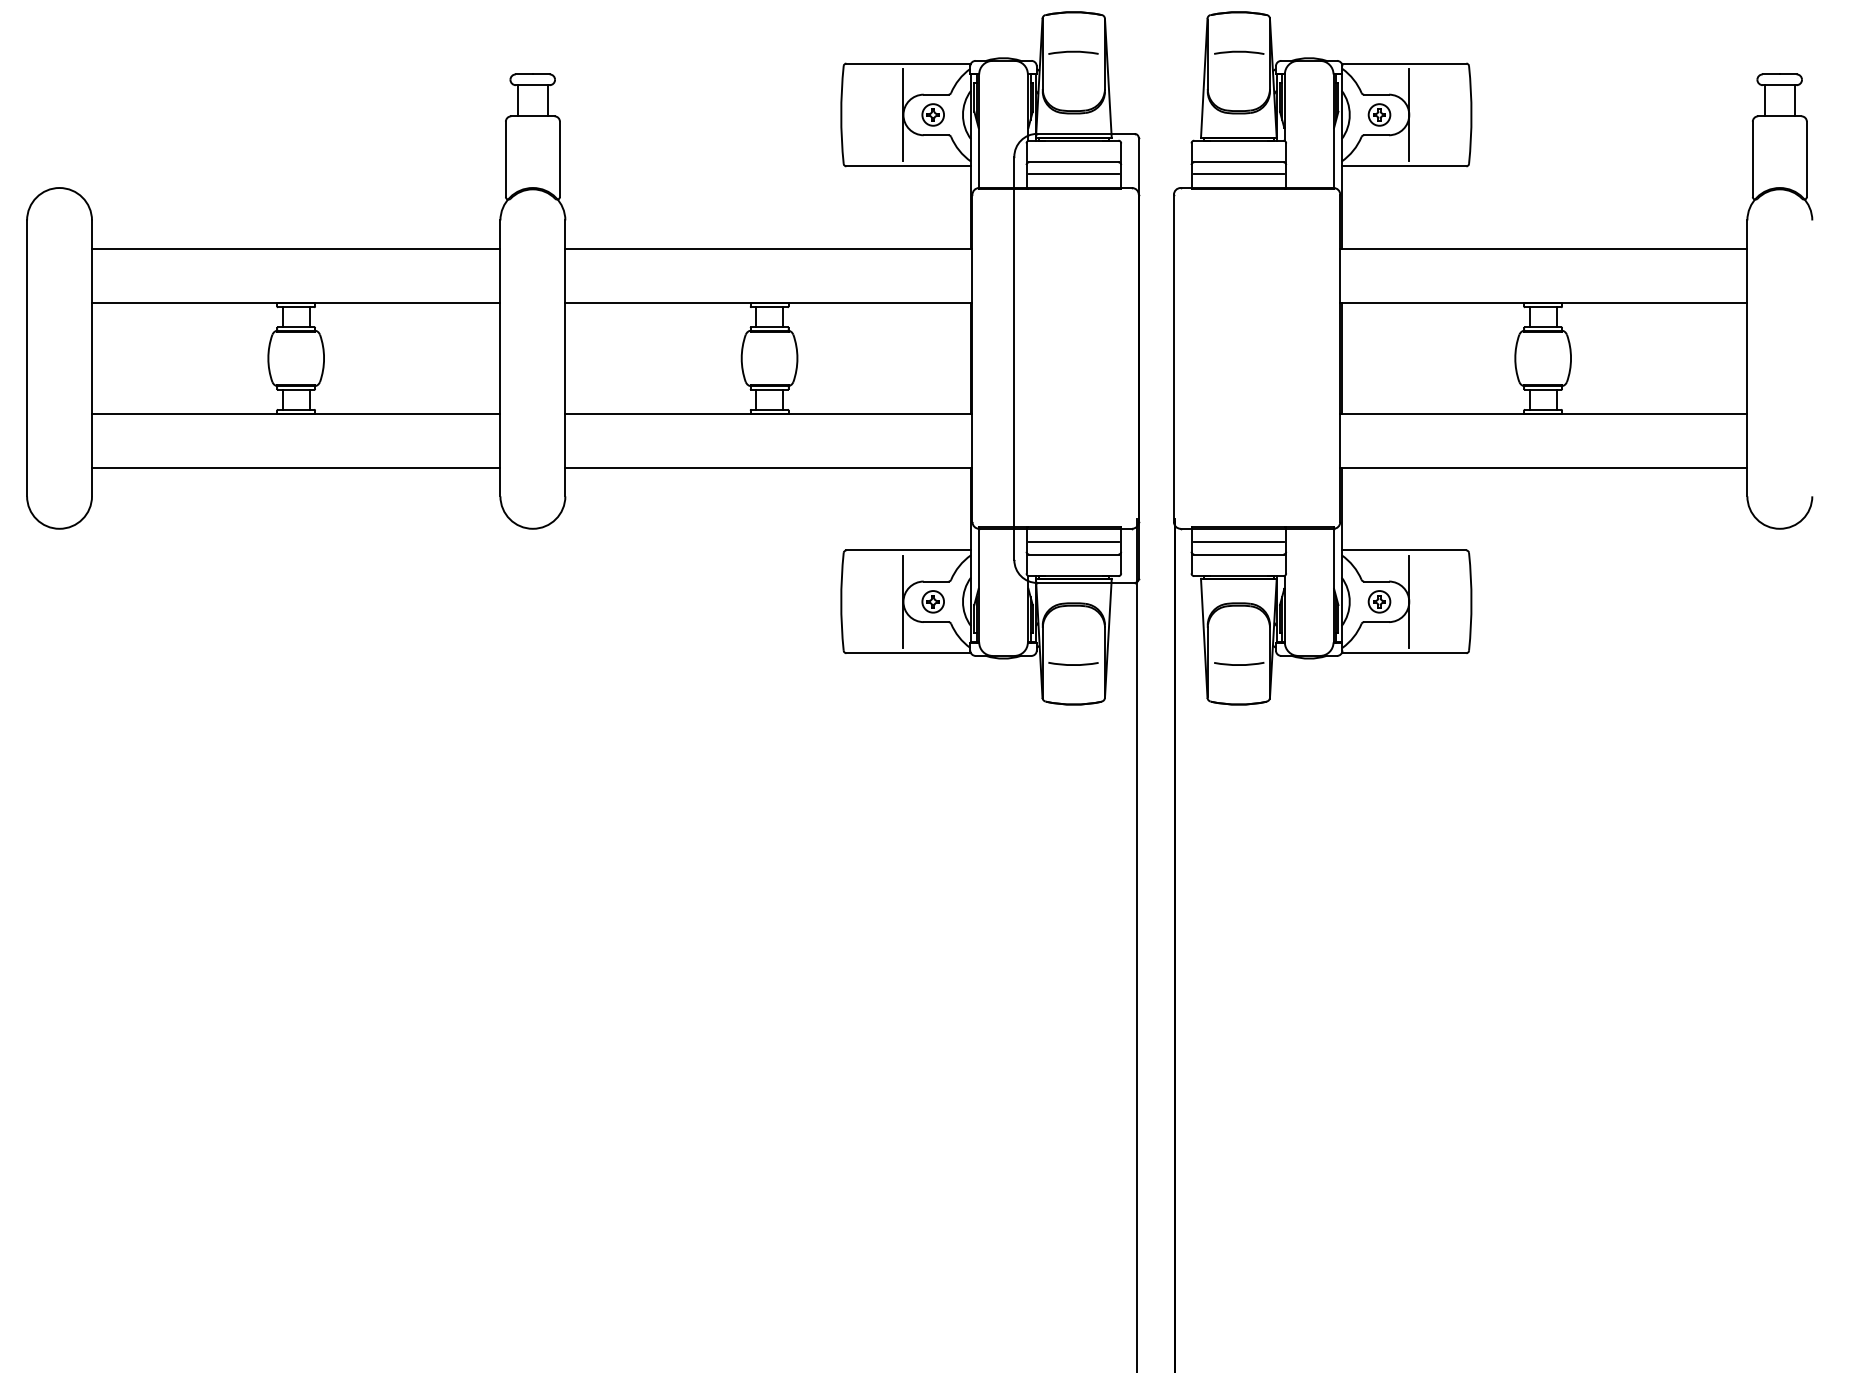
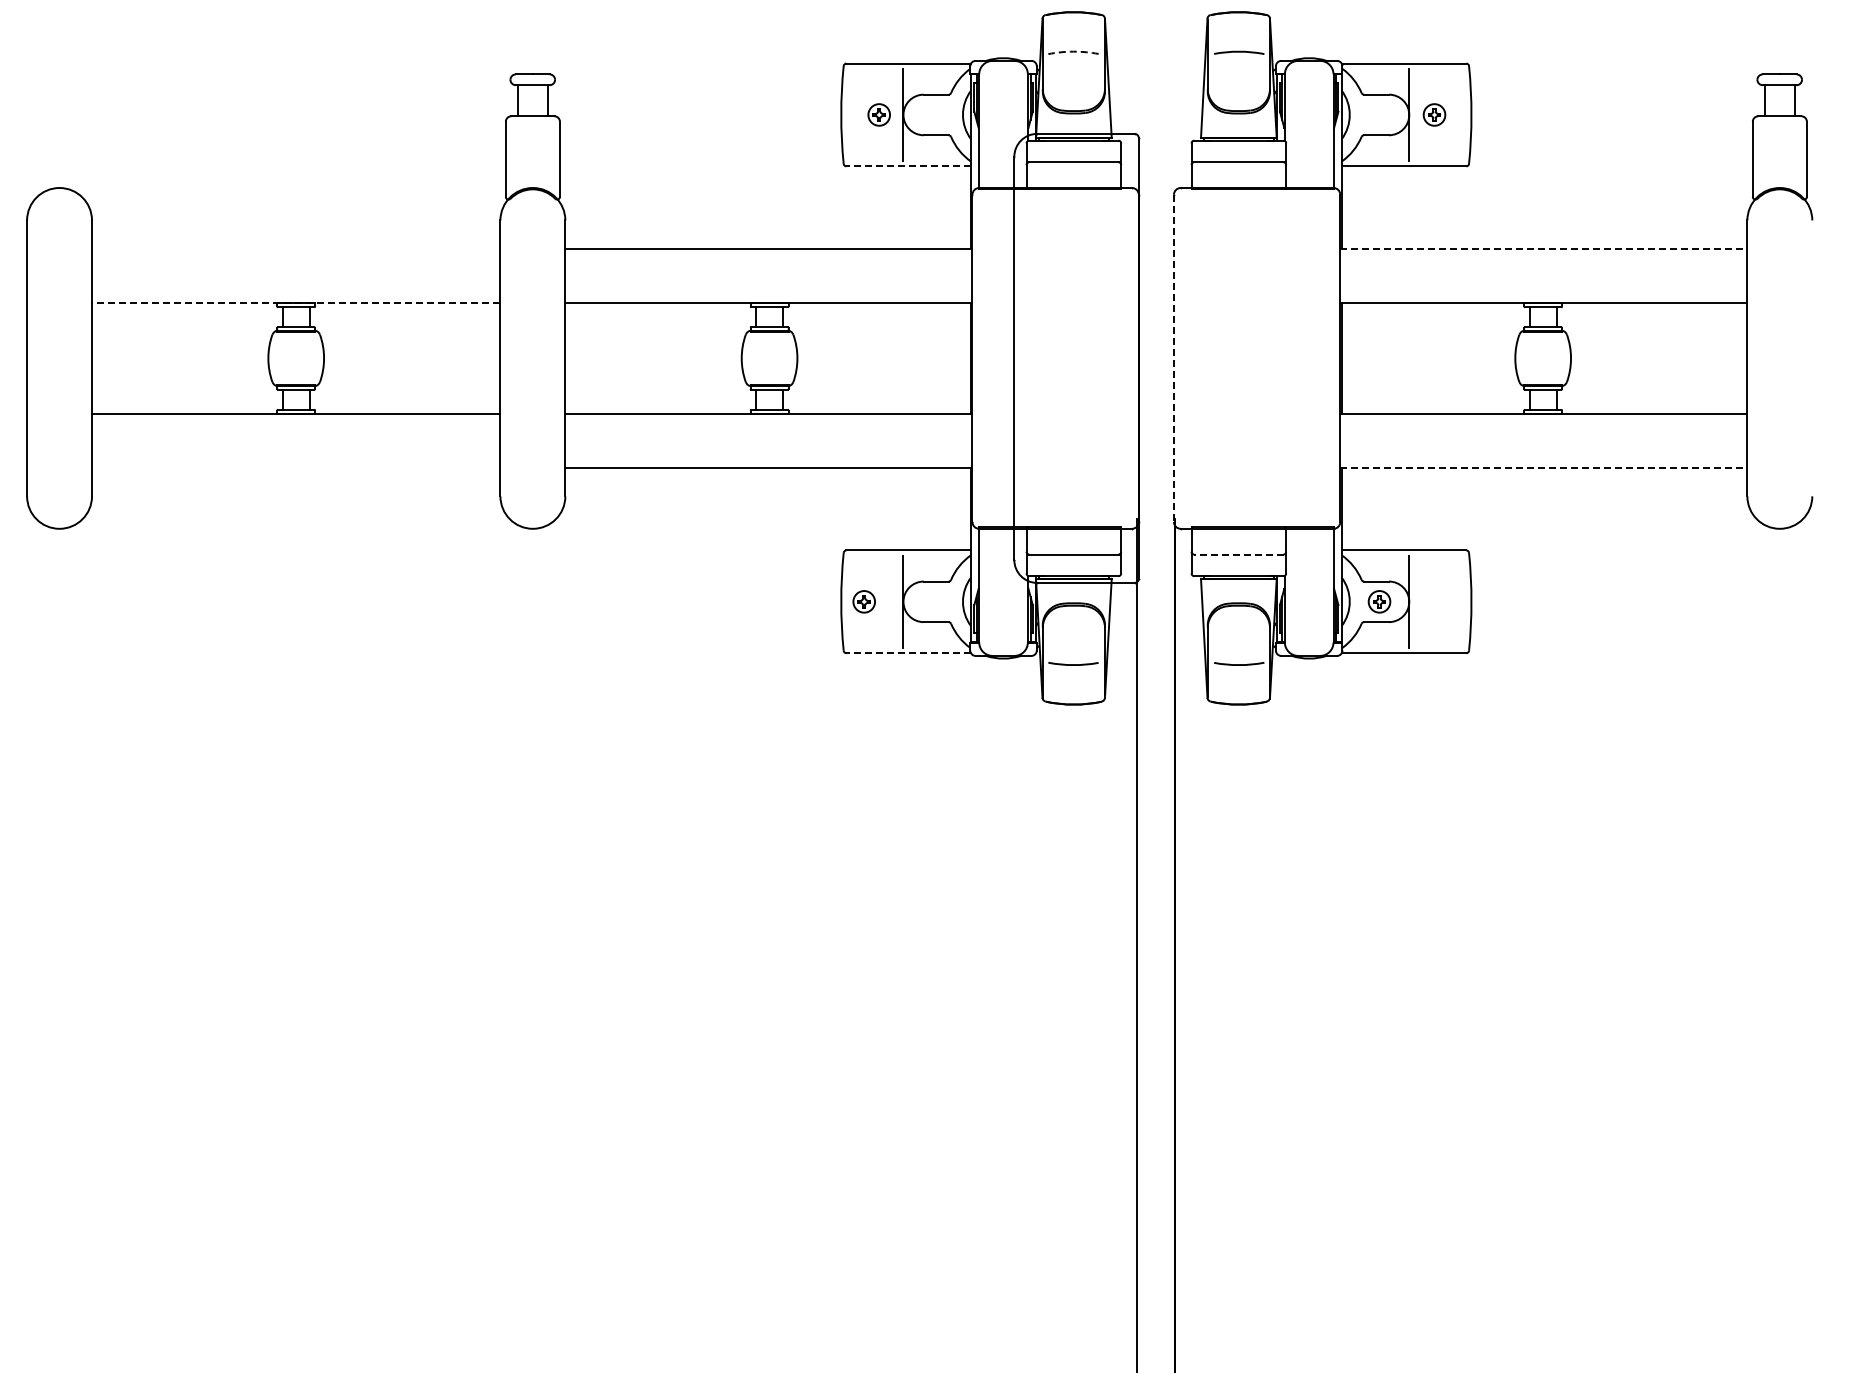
arc at (1073, 51): solid -> dashed
part at (932, 114) position: (932, 114) -> (878, 114)
part at (1379, 114) position: (1379, 114) -> (1434, 114)
line at (908, 166): solid -> dashed
line at (1073, 174): present -> none
line at (1238, 174): present -> none
line at (296, 248): present -> none
line at (1543, 248): solid -> dashed
line at (295, 302): solid -> dashed
line at (1173, 358): solid -> dashed
line at (296, 467): present -> none
line at (1543, 467): solid -> dashed
line at (1073, 542): present -> none
line at (1238, 542): present -> none
line at (1238, 554): solid -> dashed
part at (932, 601) position: (932, 601) -> (863, 601)
line at (908, 653): solid -> dashed
